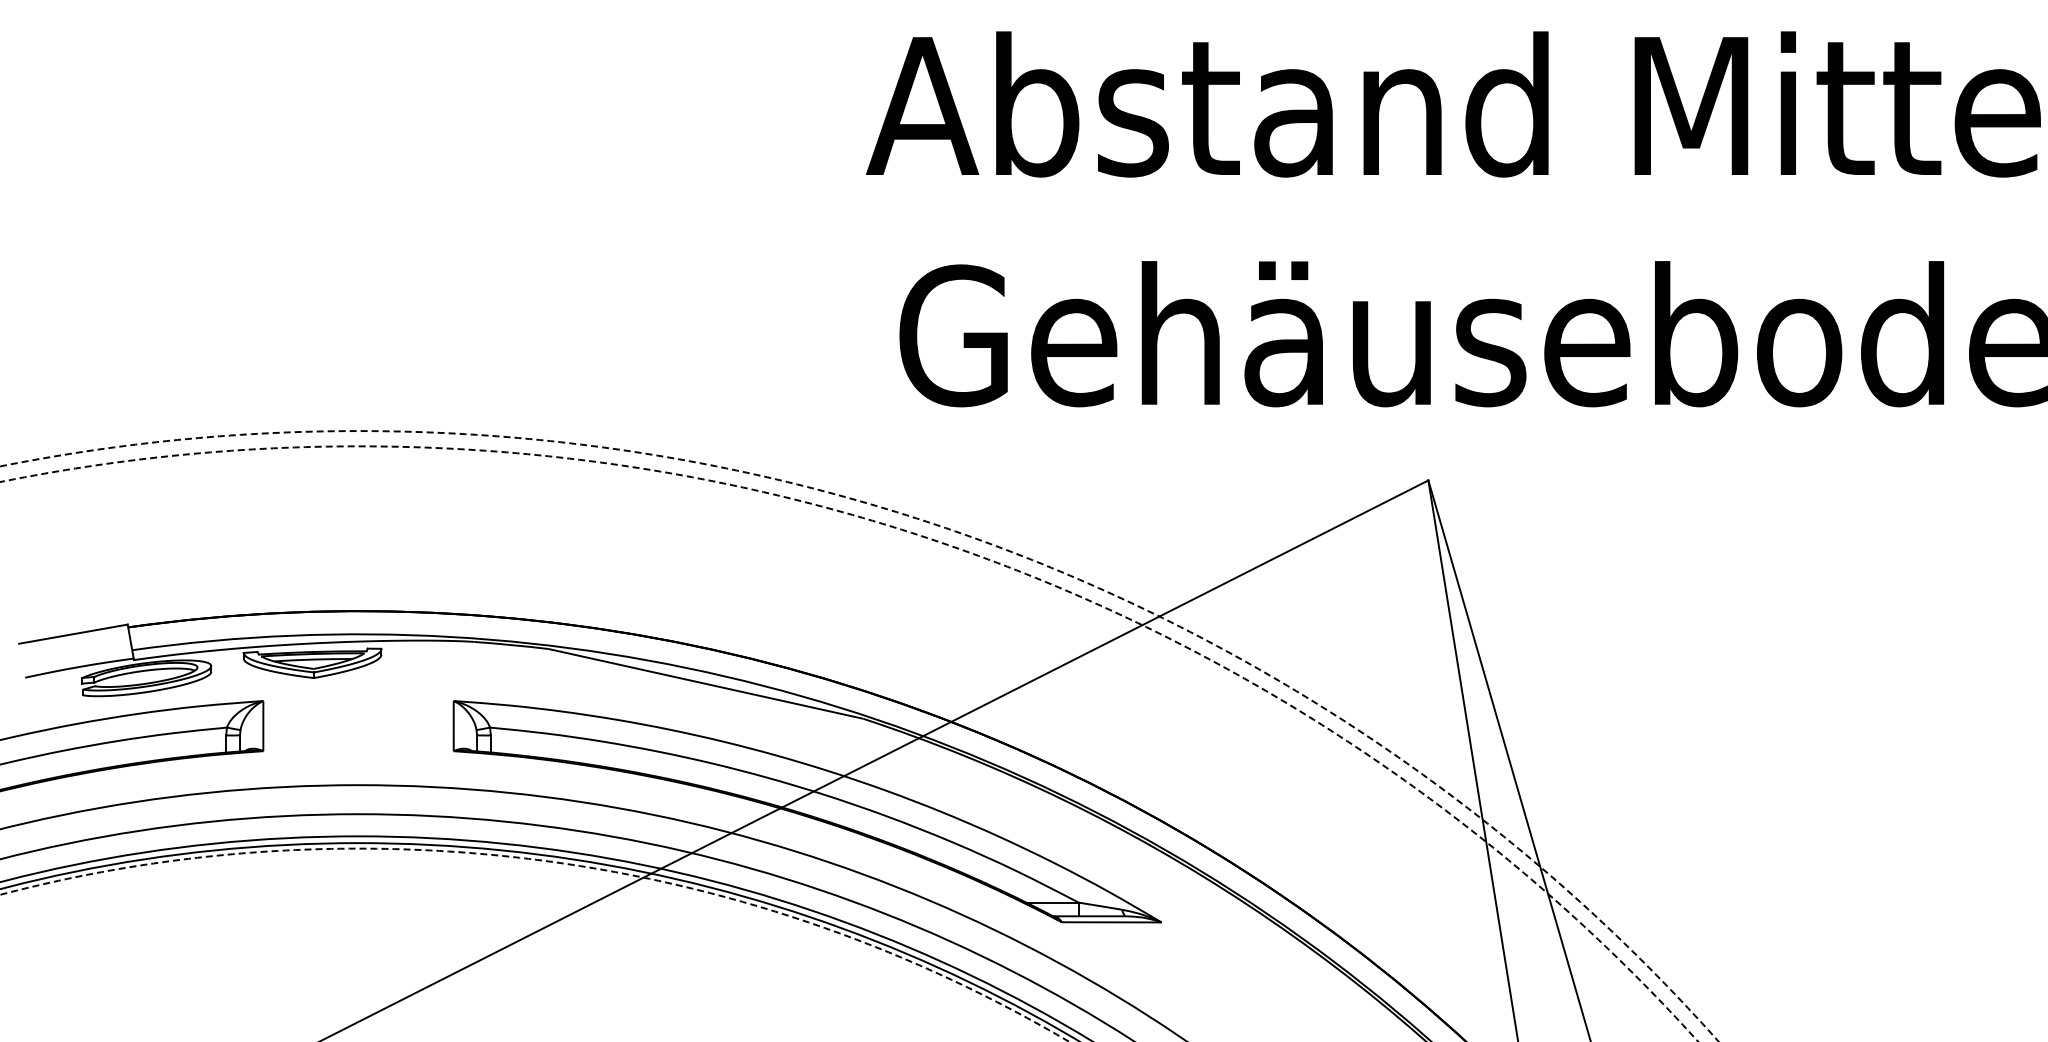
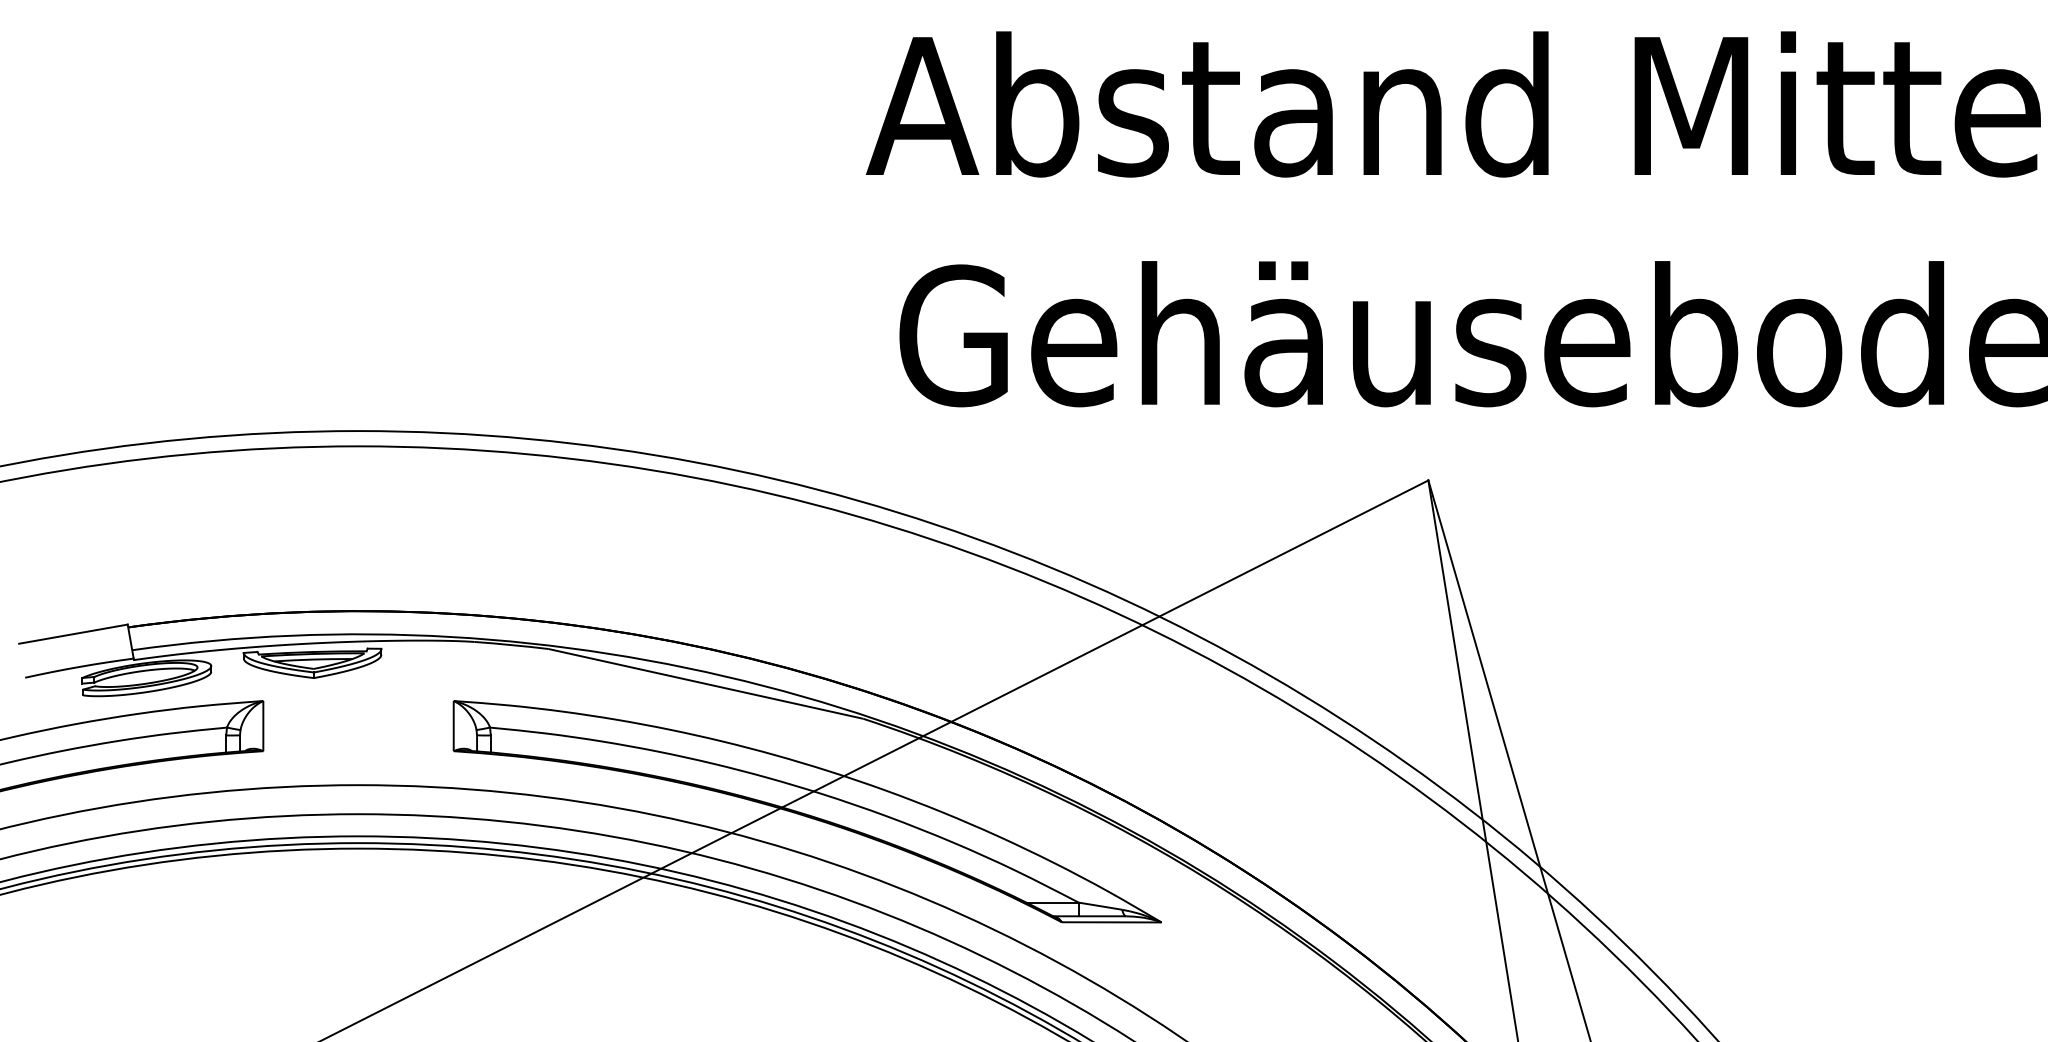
arc at (936, 524): dashed -> solid
arc at (926, 537): dashed -> solid
circle at (534, 944): dashed -> solid
